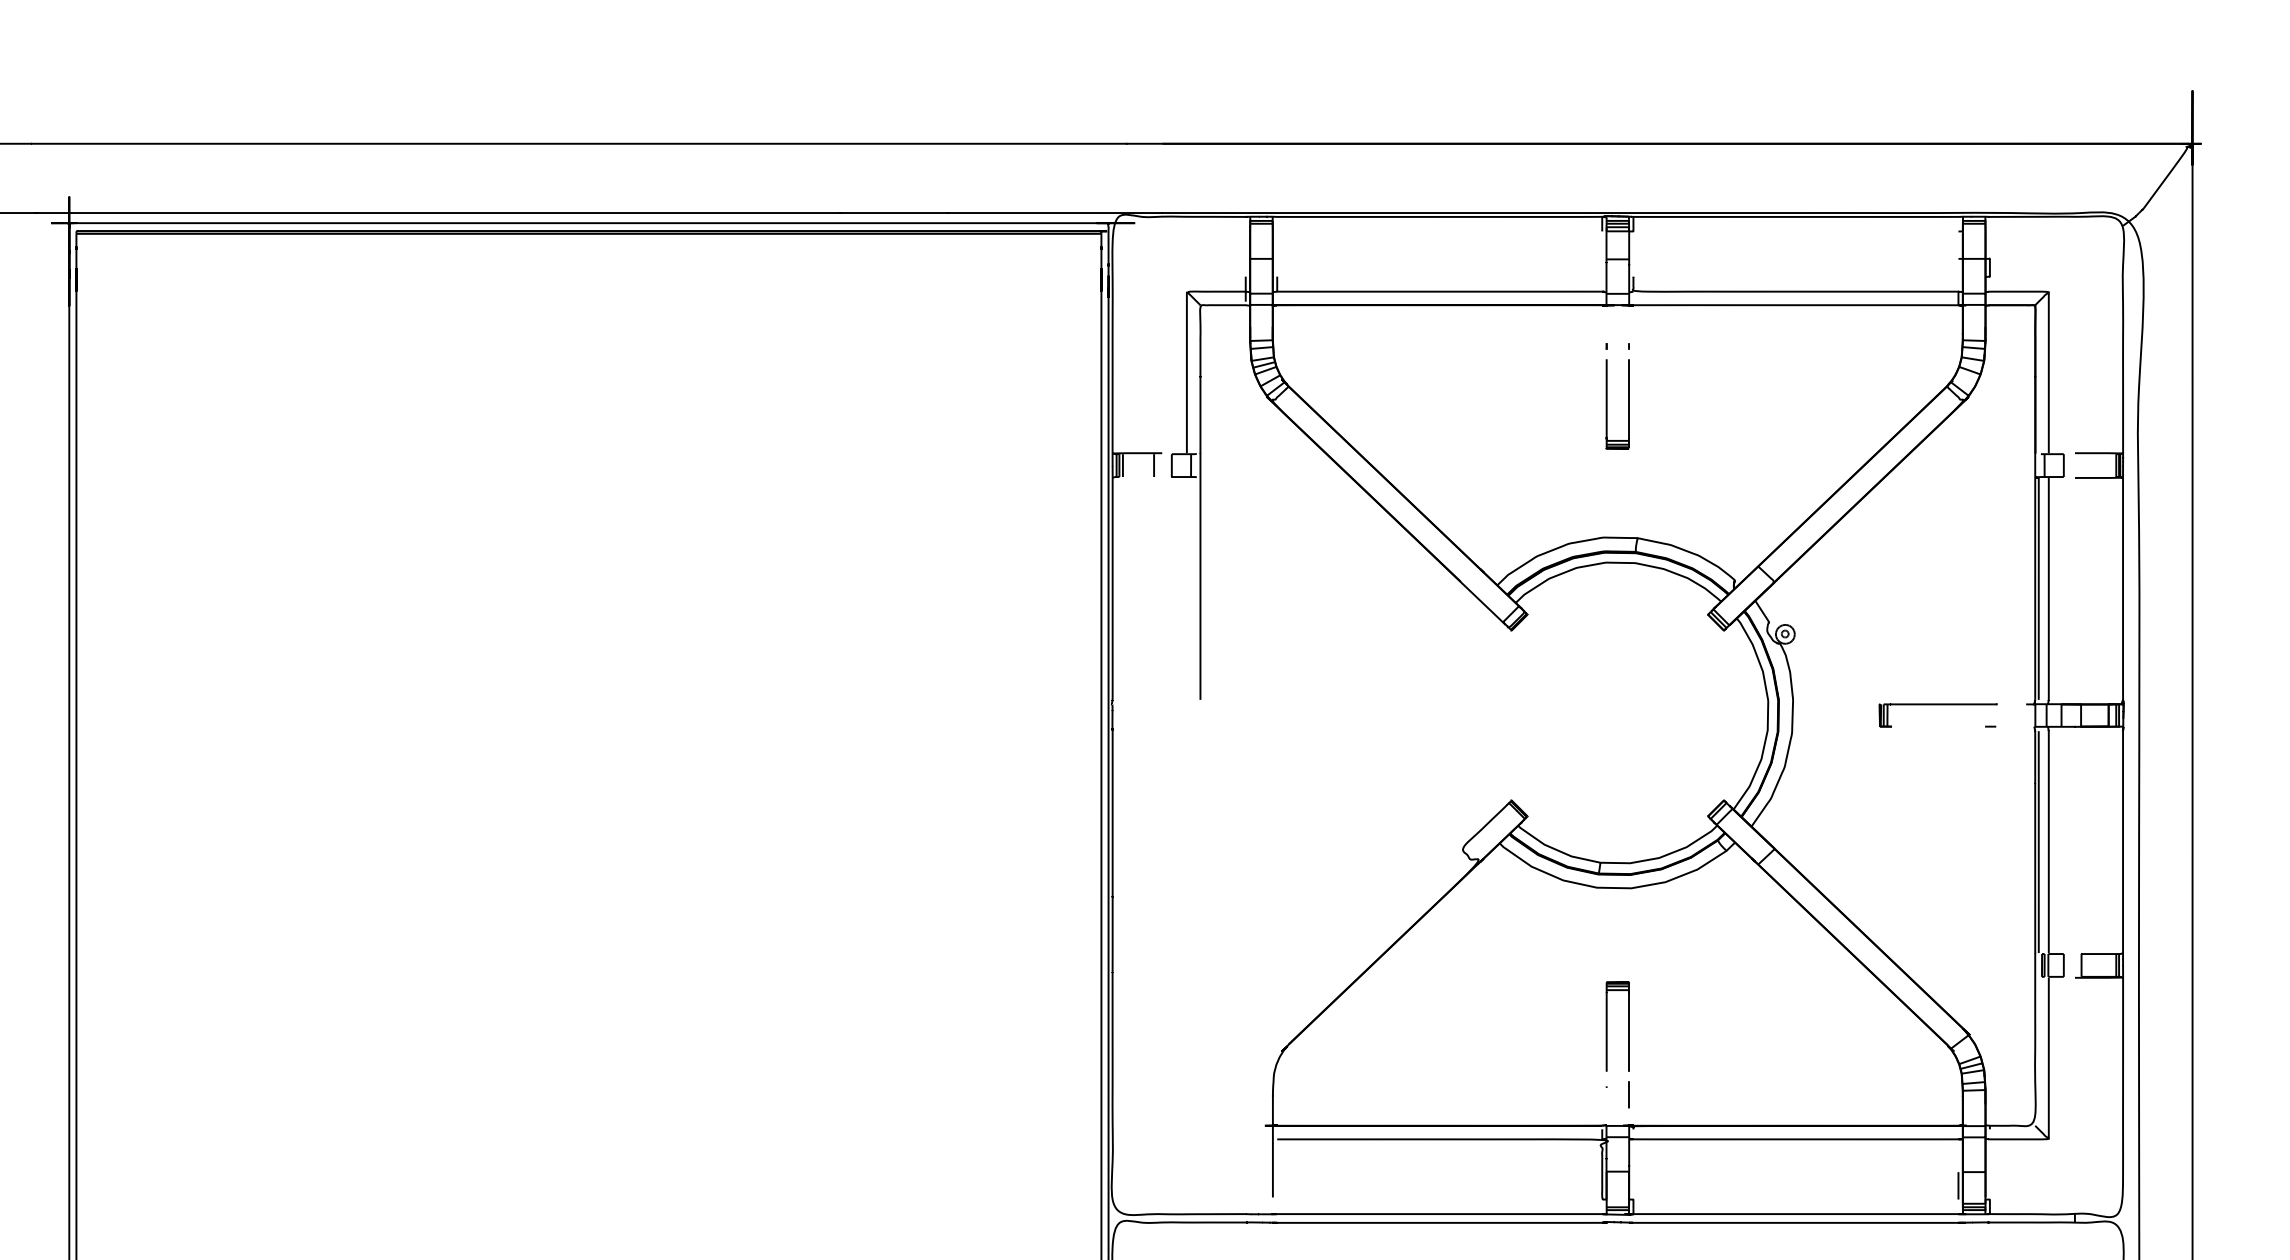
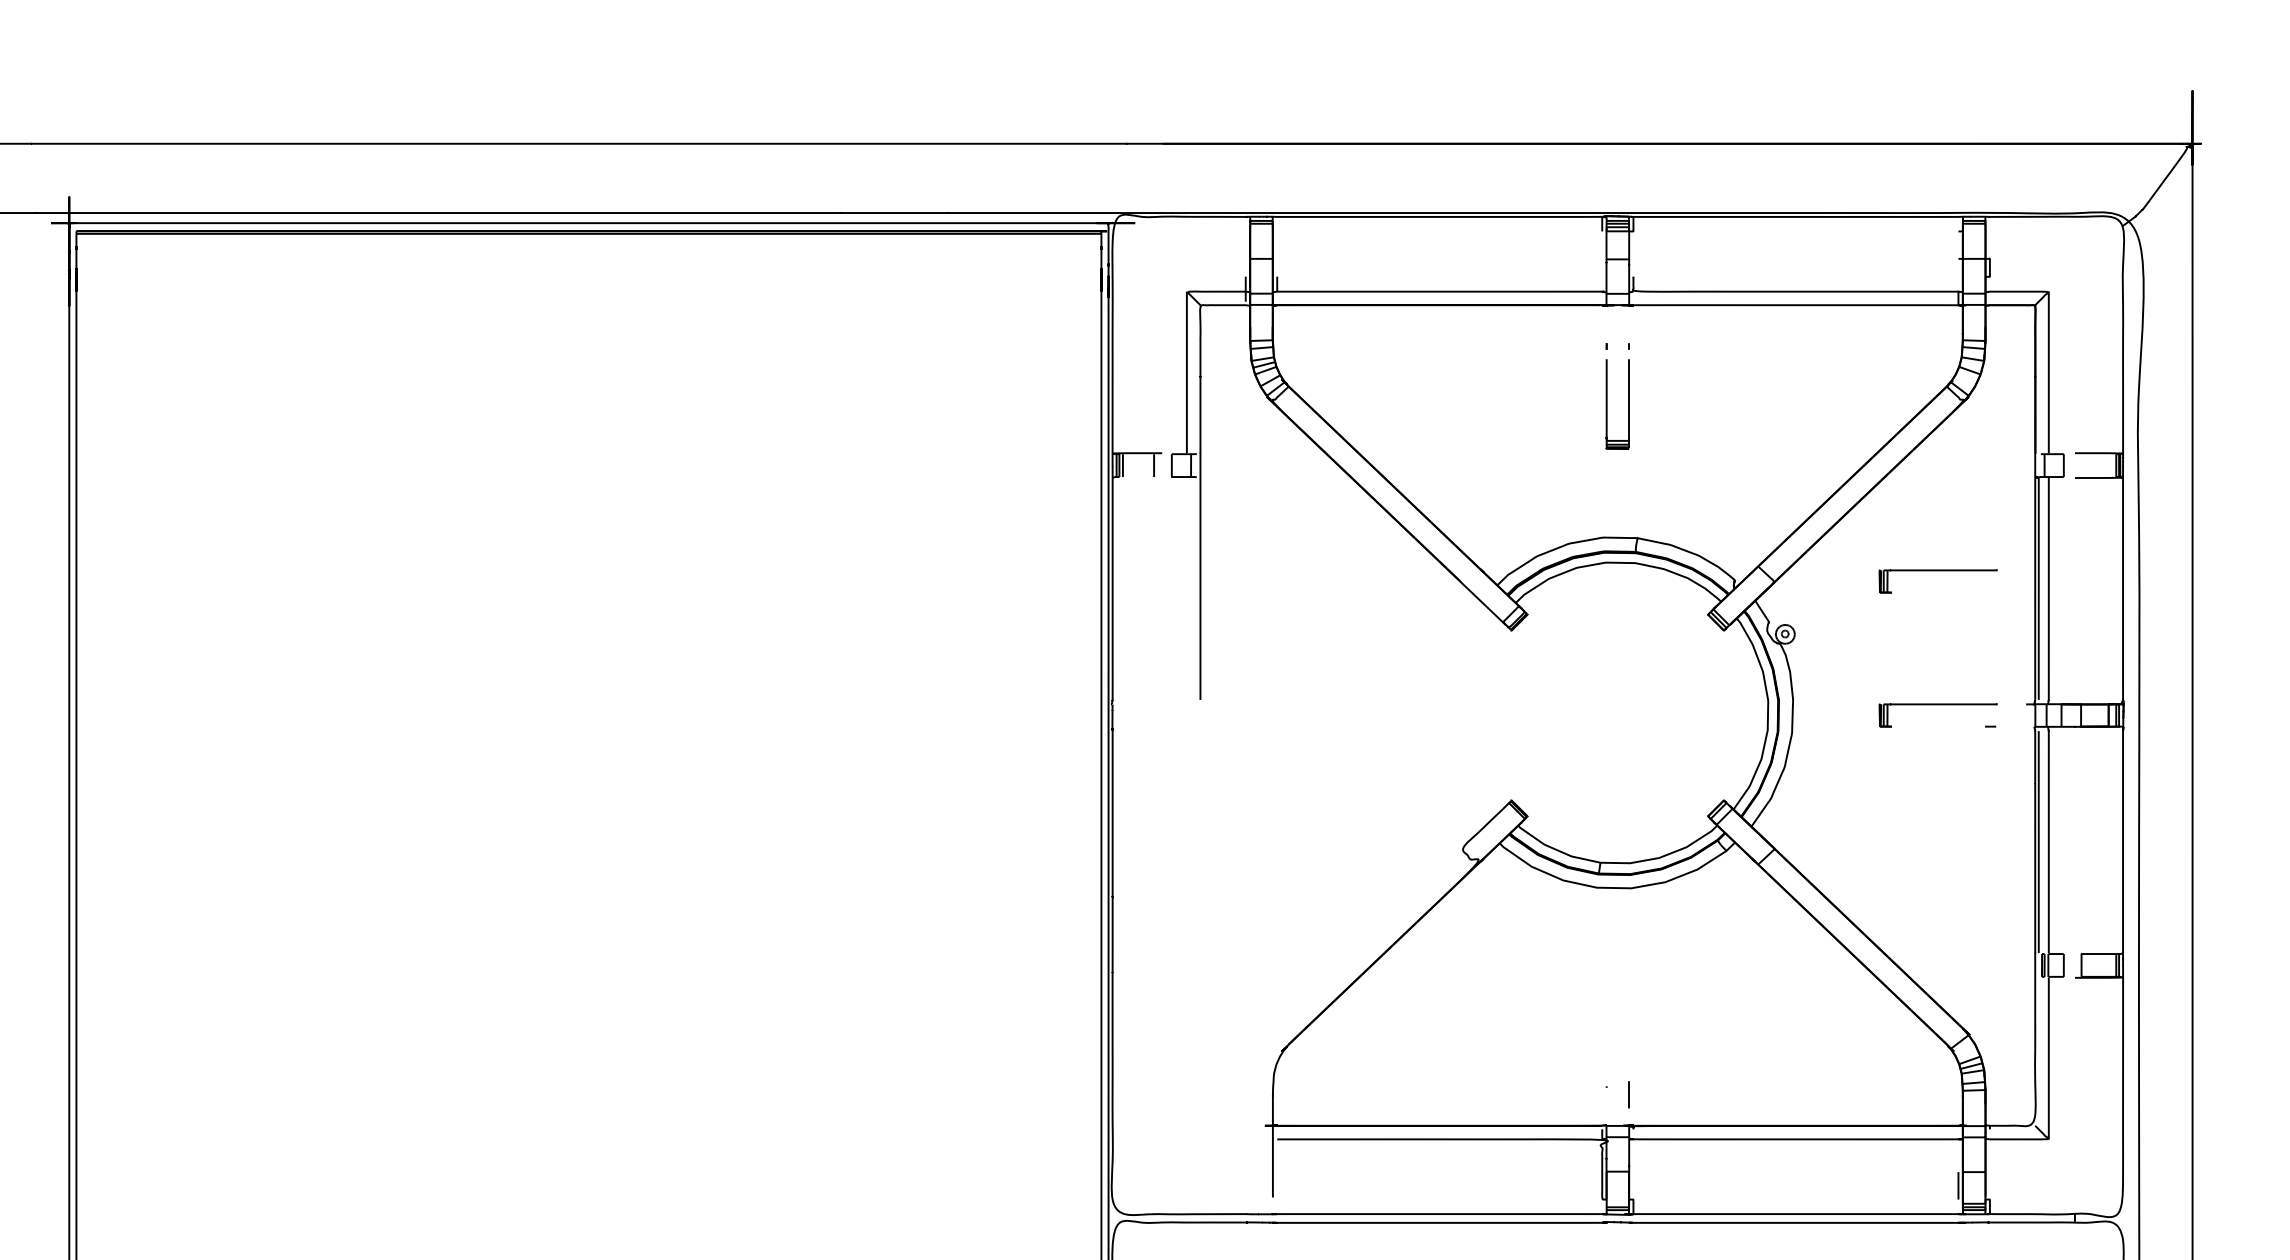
part at (1937, 571): none -> present
part at (1607, 1026): present -> none
